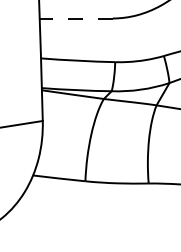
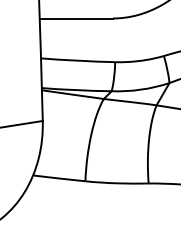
line at (76, 18): dashed -> solid
